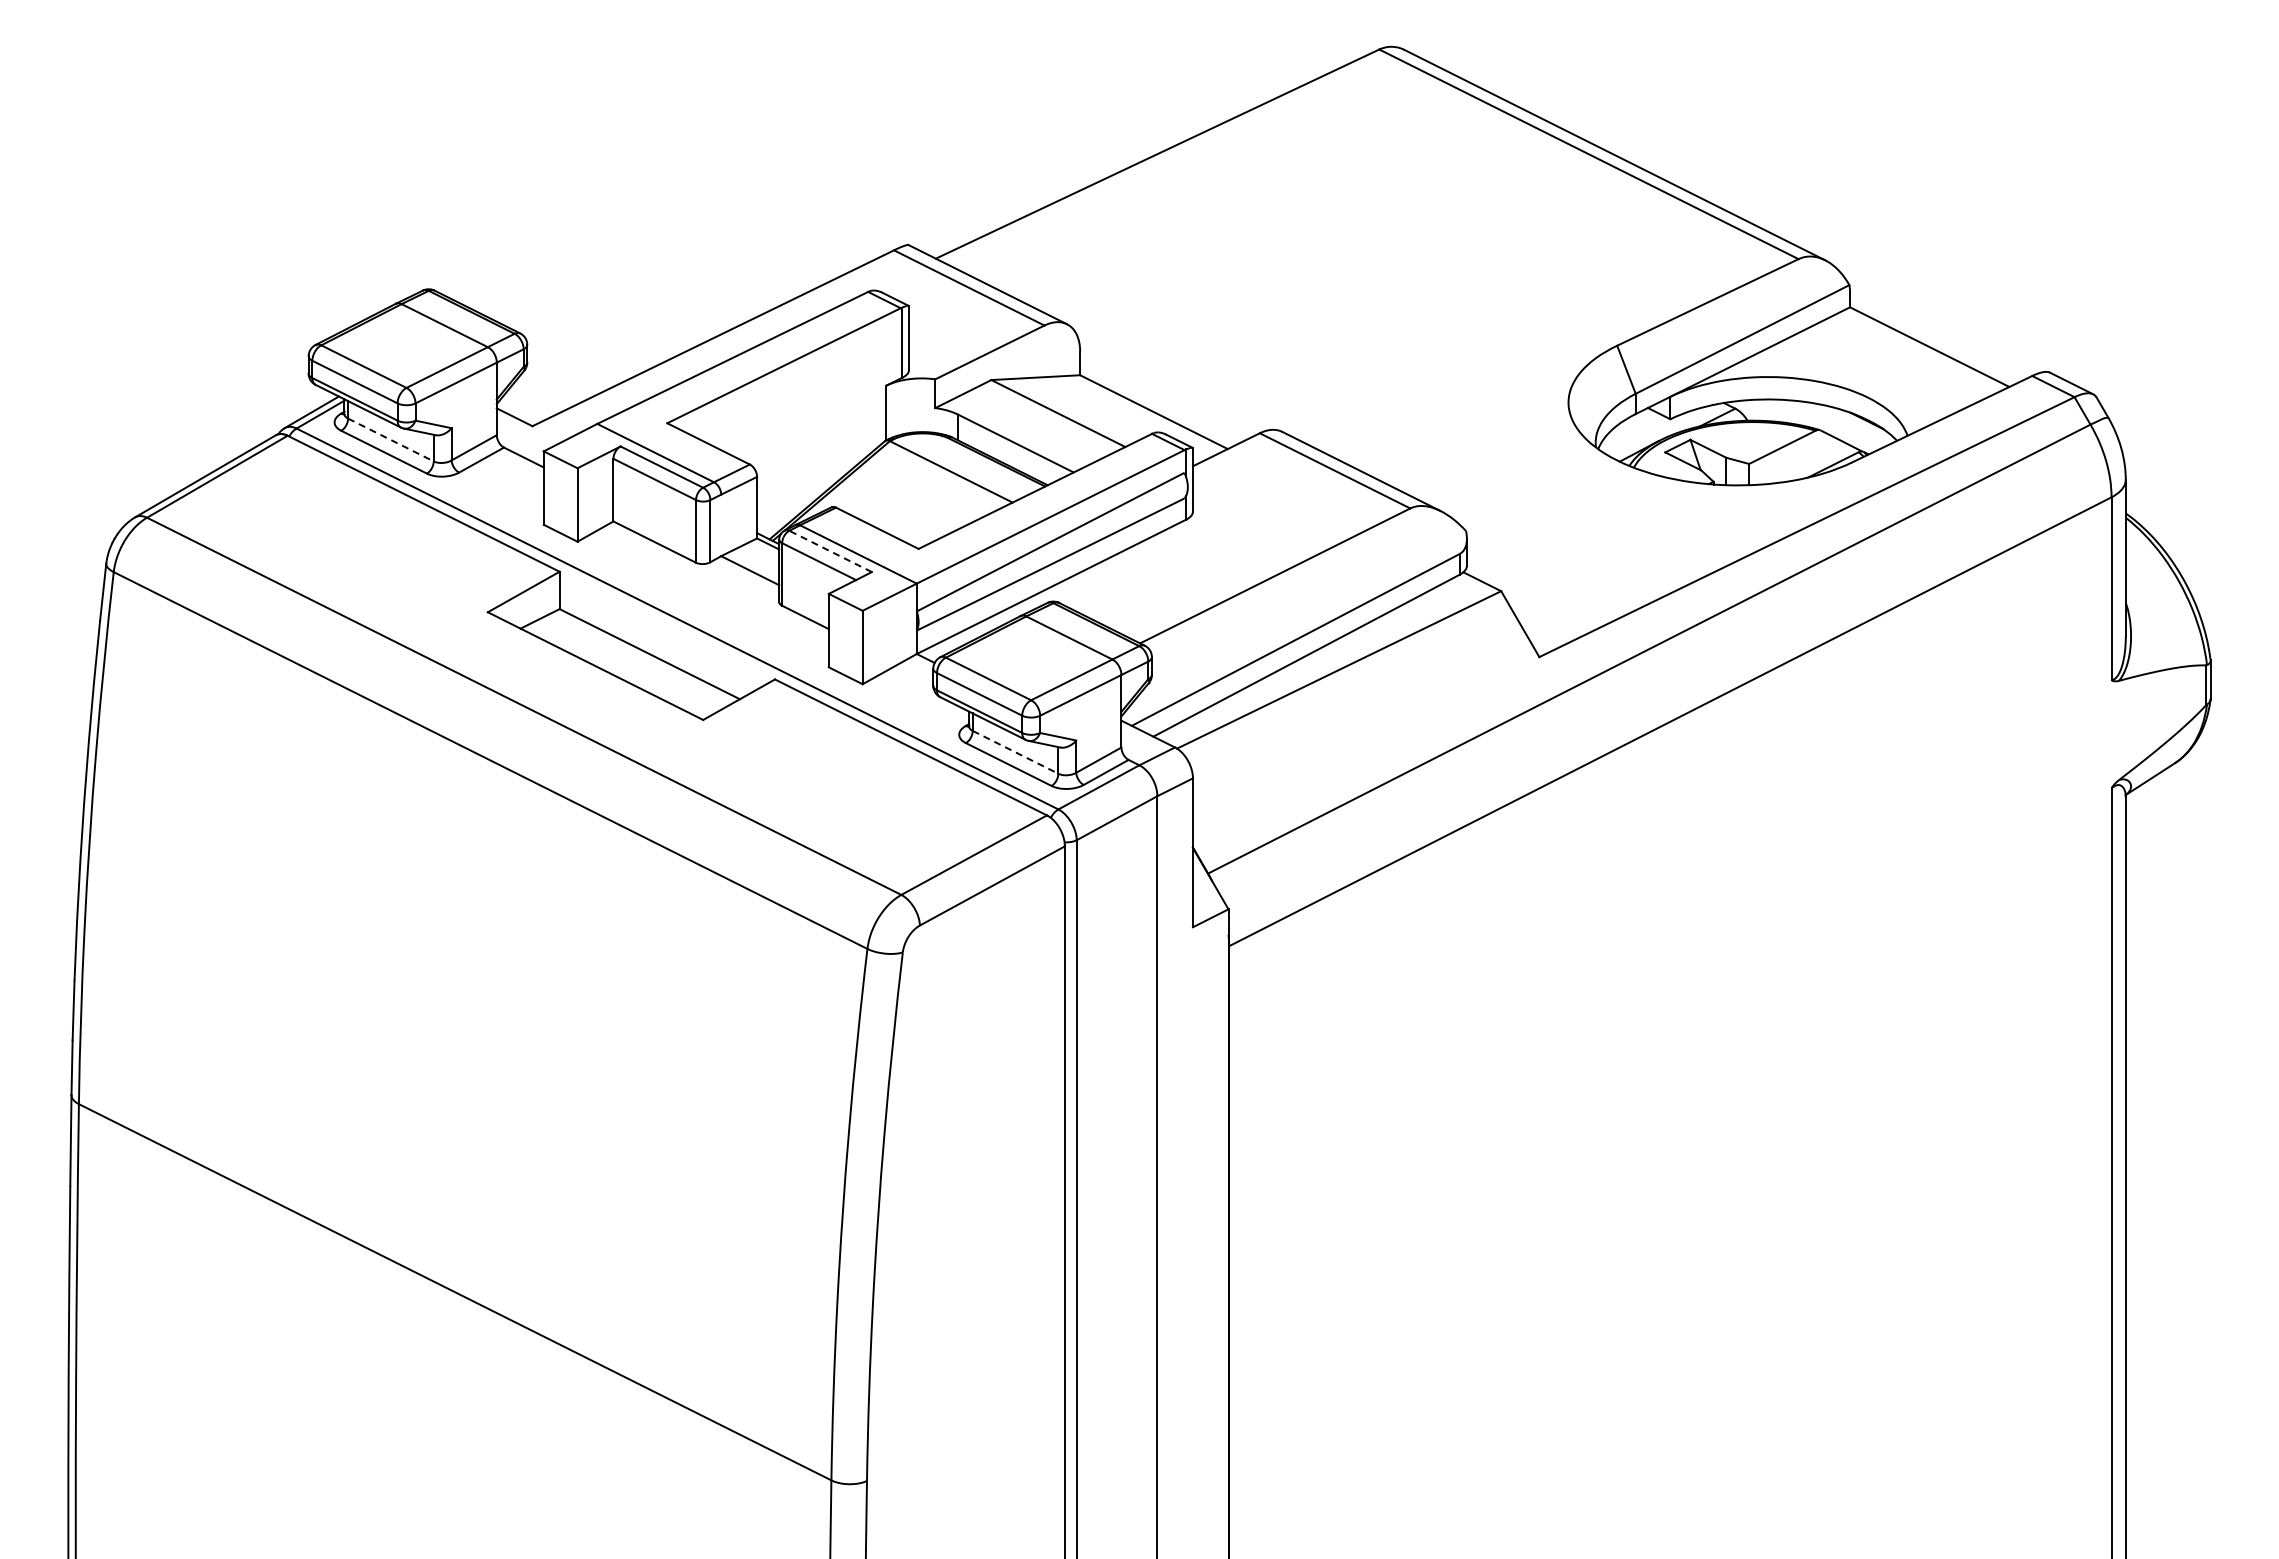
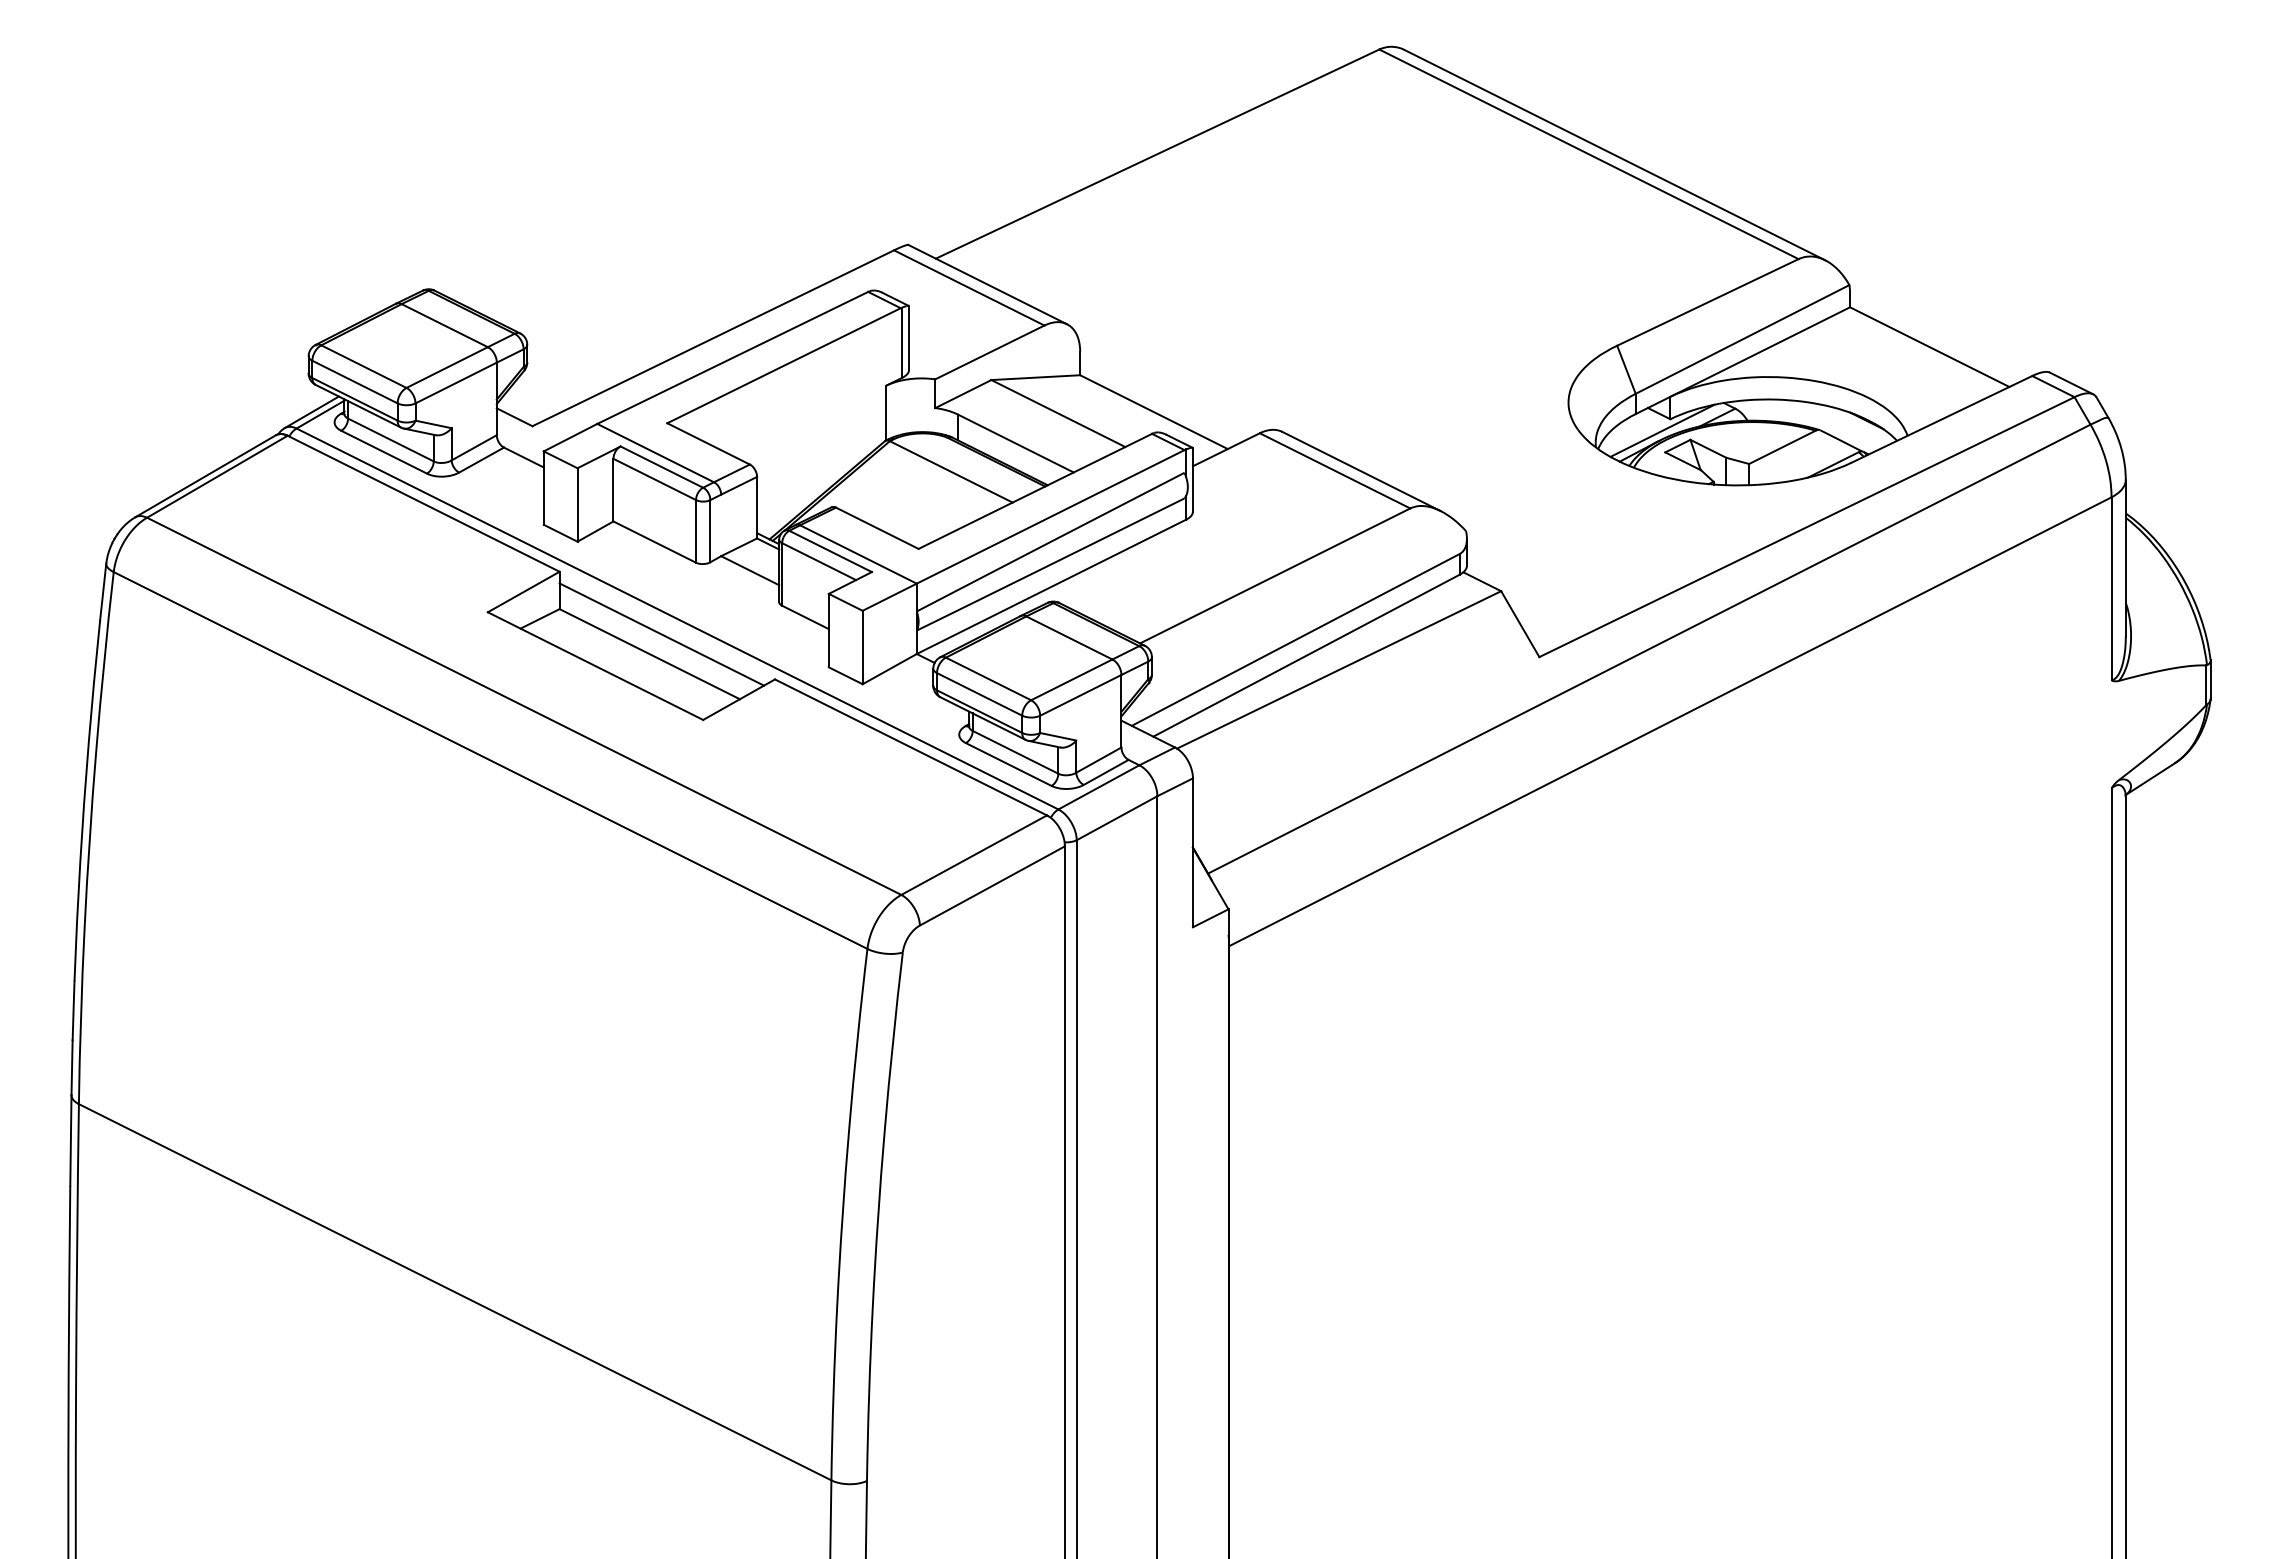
line at (1662, 430): none -> present
line at (390, 440): dashed -> solid
line at (830, 551): dashed -> solid
line at (661, 634): none -> present
line at (1015, 752): dashed -> solid
